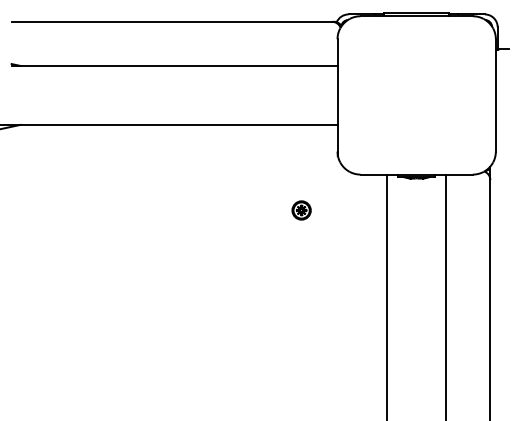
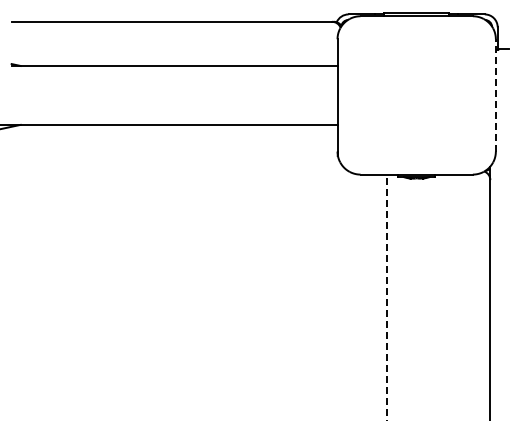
line at (495, 94): solid -> dashed
part at (301, 210): present -> none
line at (446, 295): present -> none
line at (387, 297): solid -> dashed
